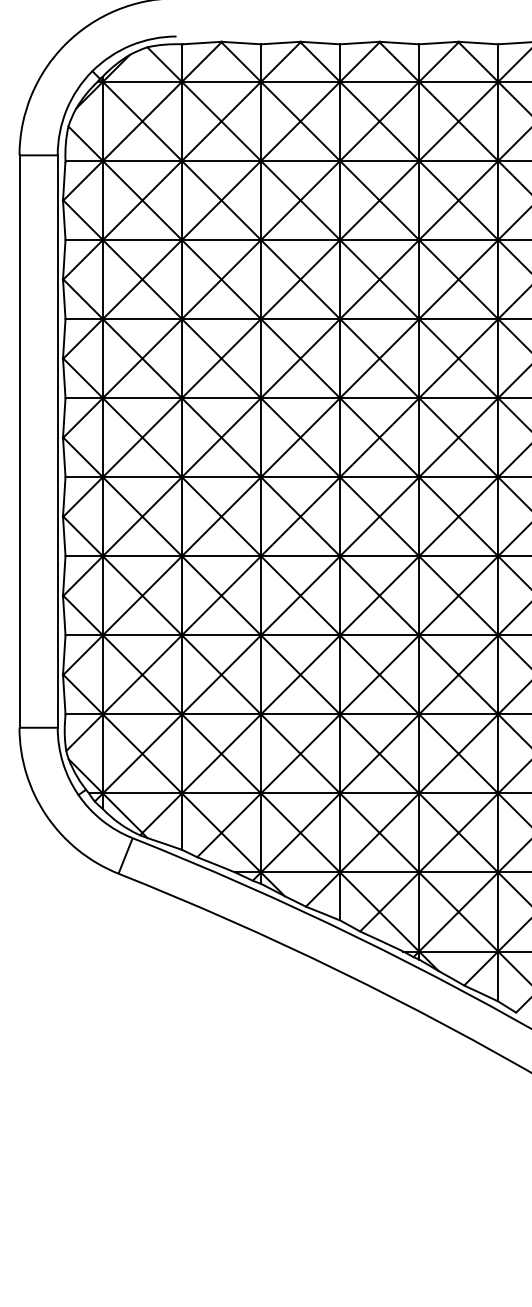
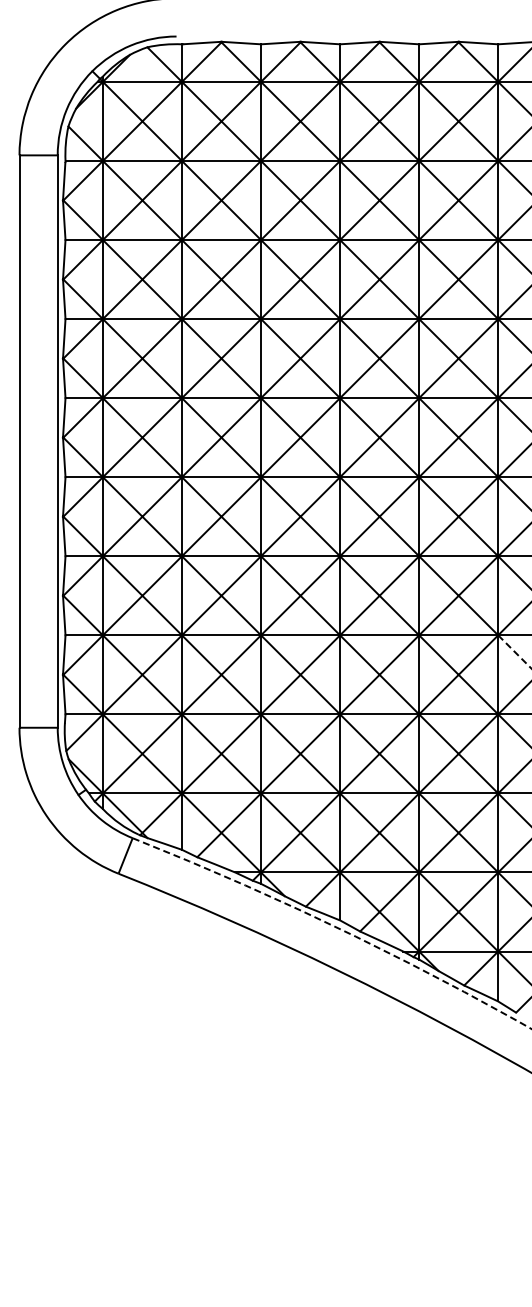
line at (515, 652): solid -> dashed
arc at (335, 926): solid -> dashed
